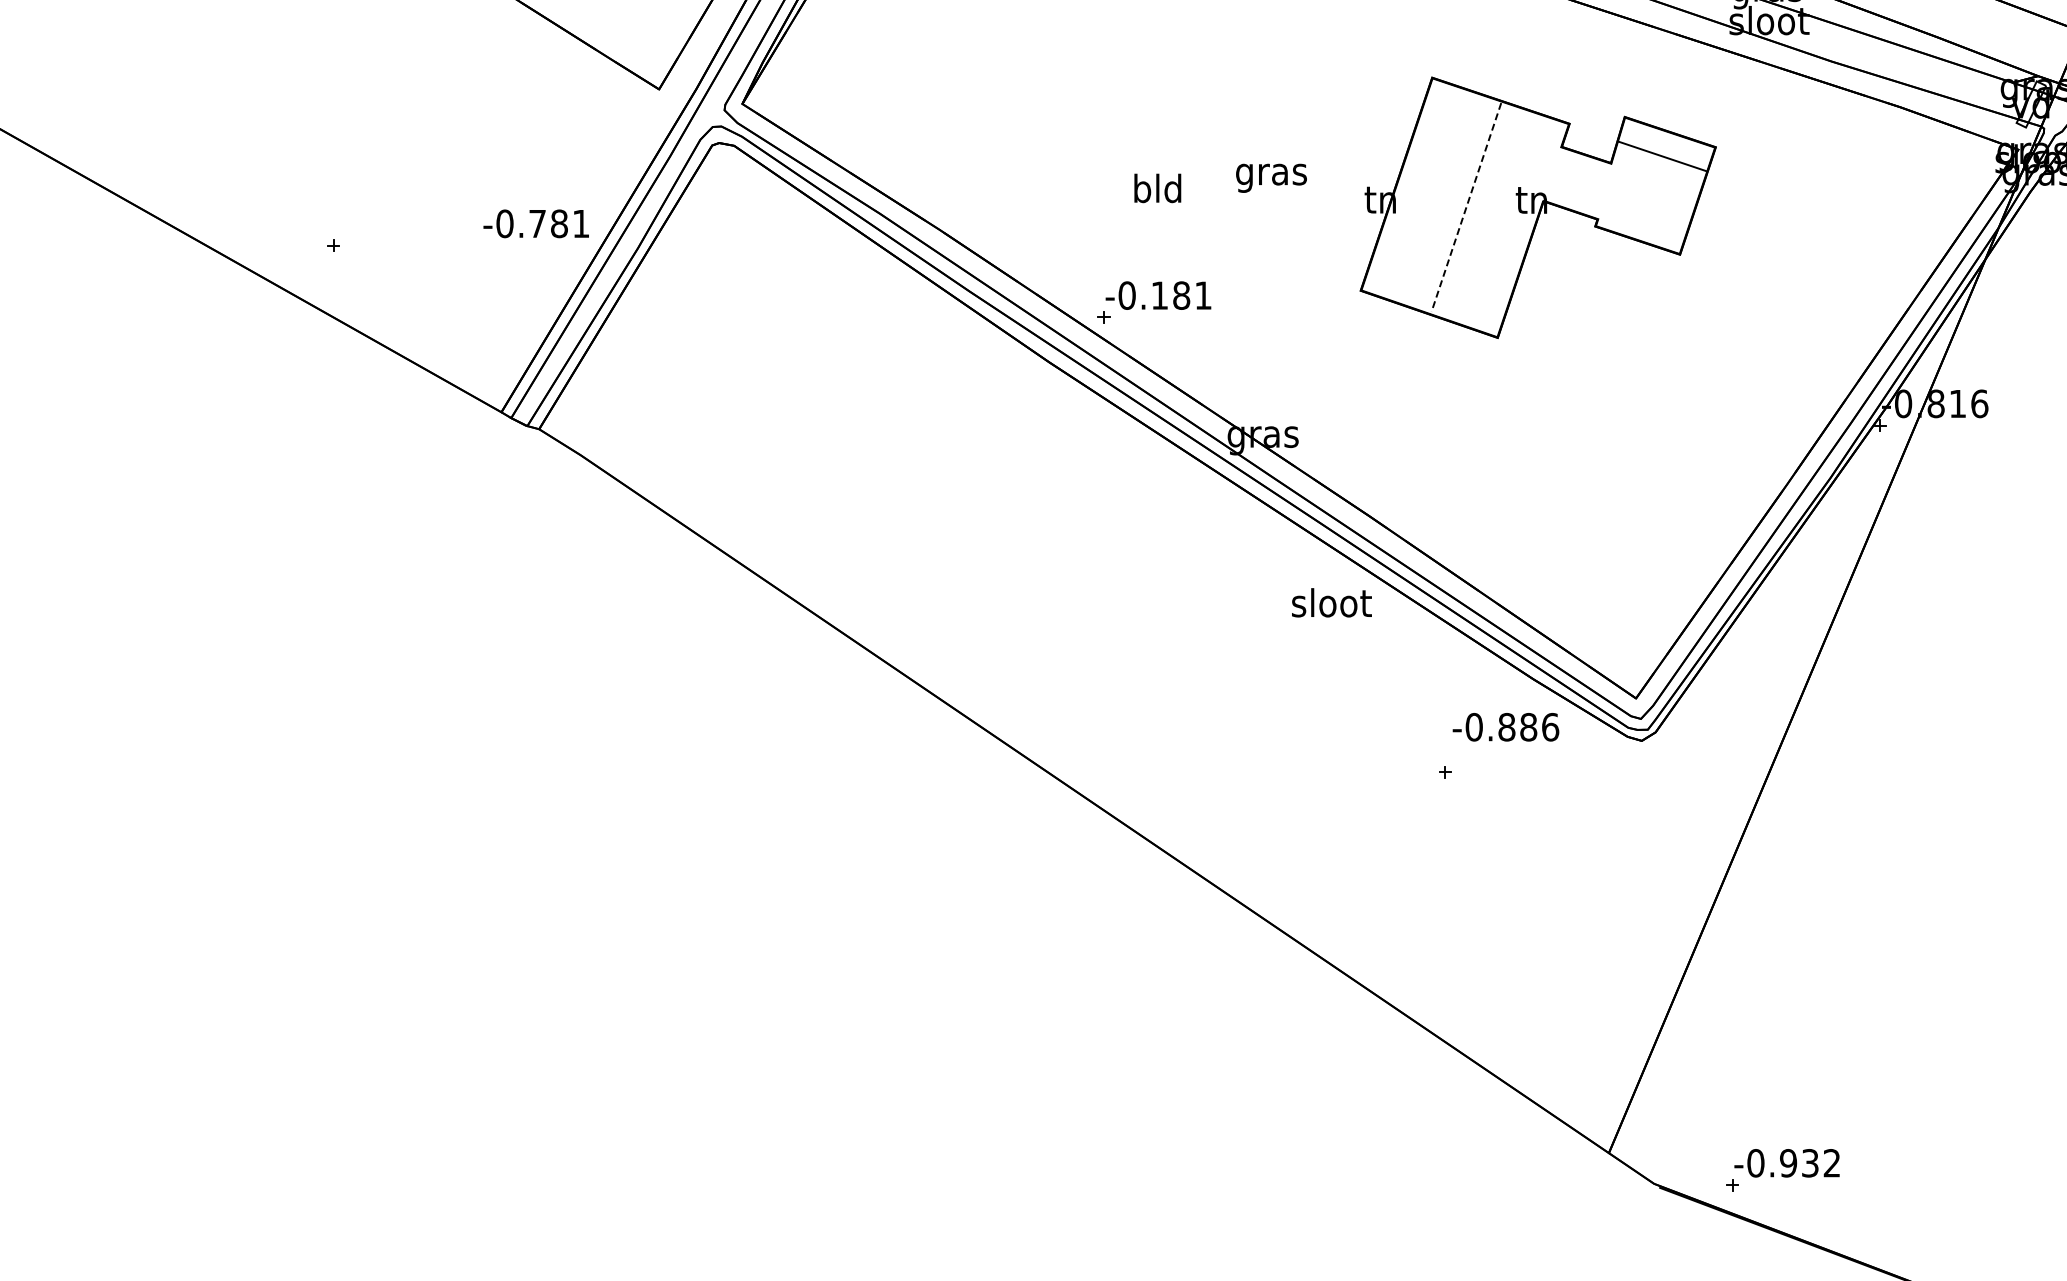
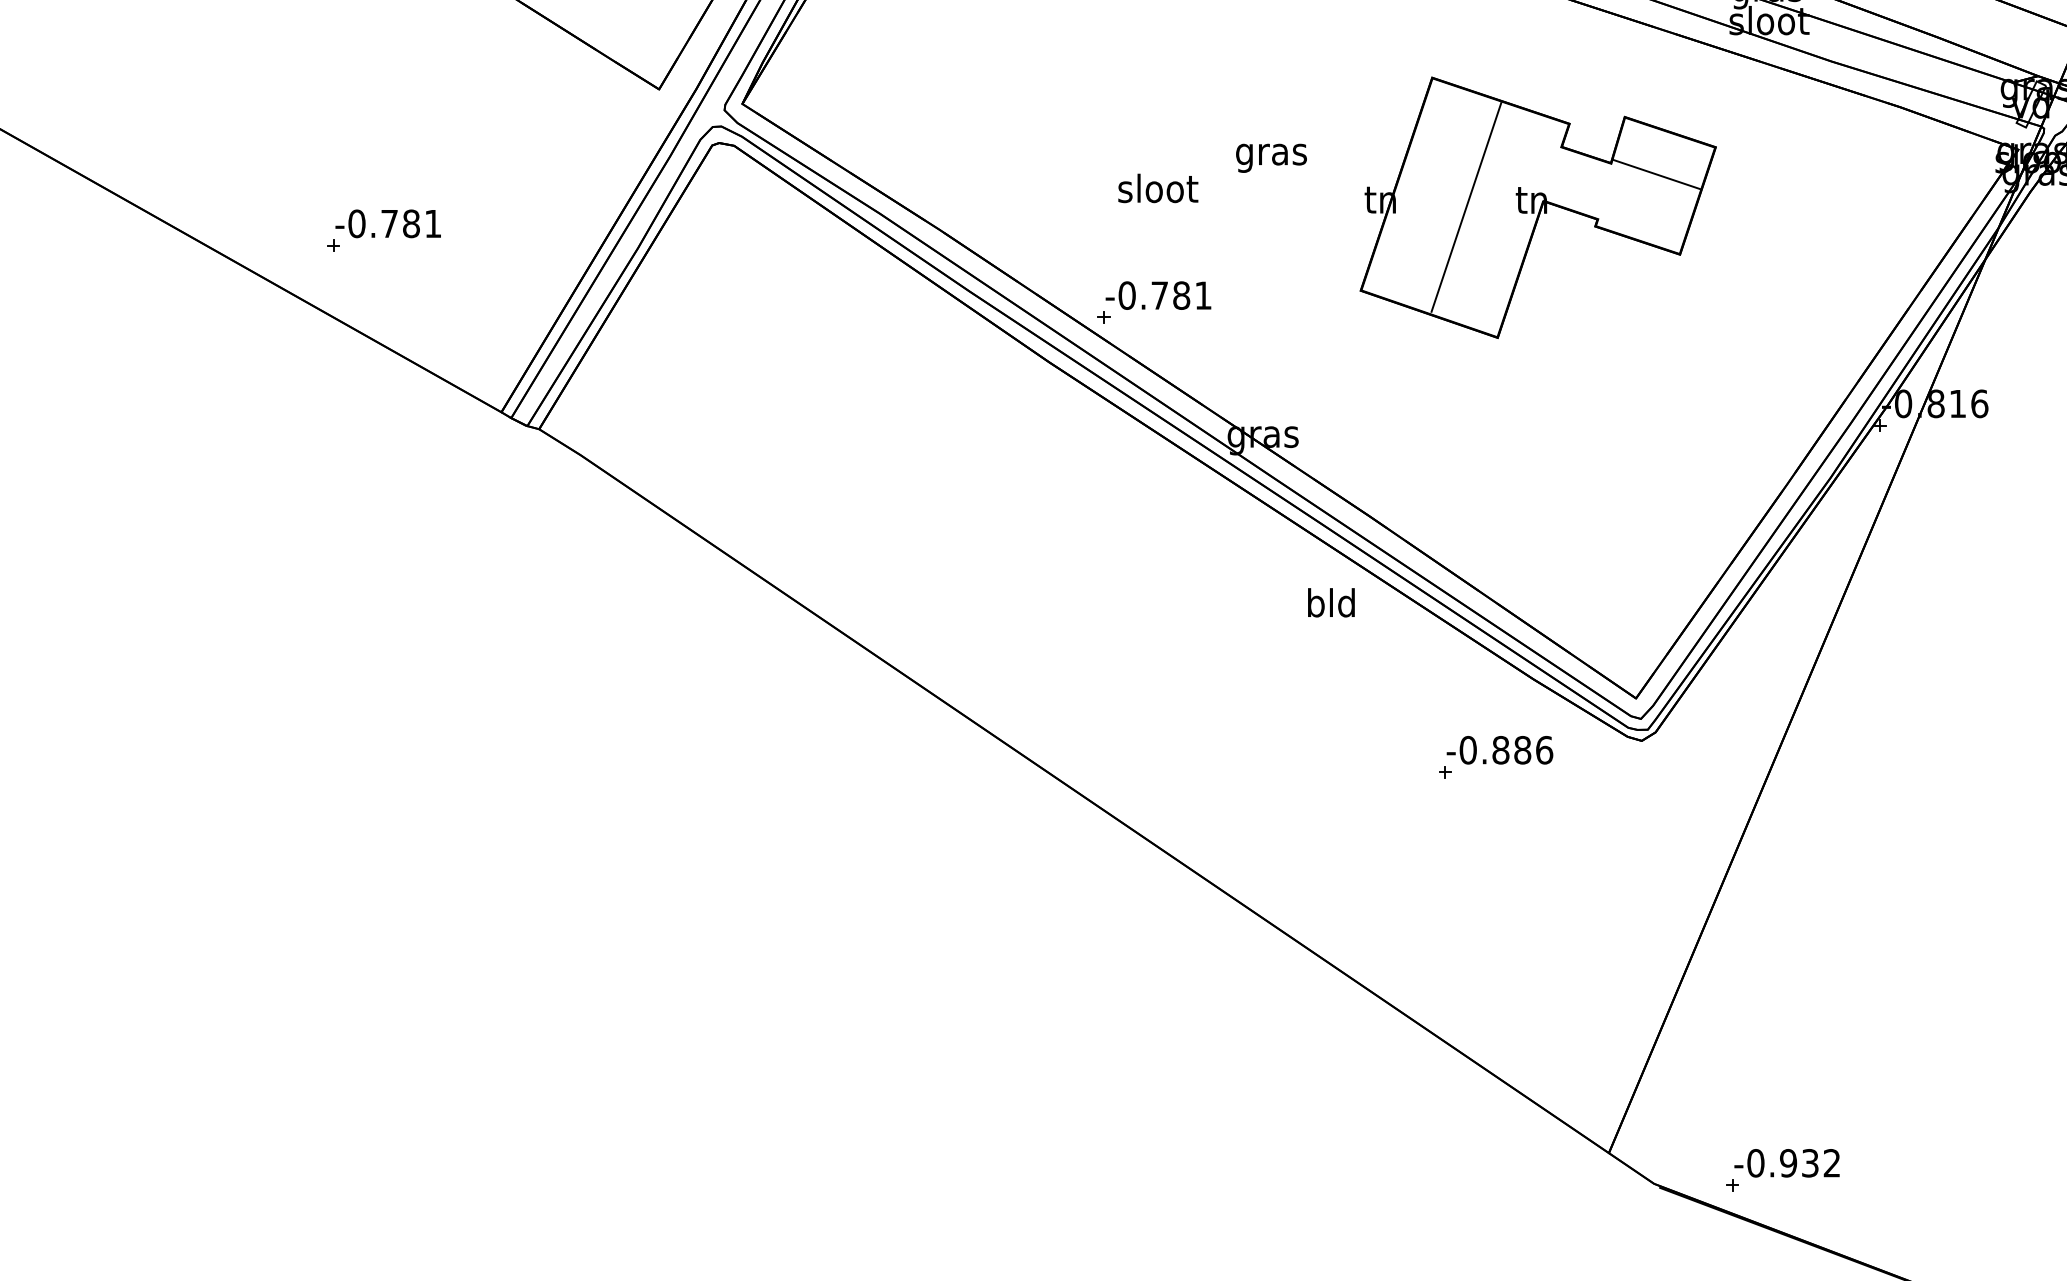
line at (1662, 156) position: (1662, 156) -> (1656, 174)
text at (1271, 177) position: (1271, 177) -> (1271, 157)
text at (1158, 188): bld -> sloot
line at (1466, 207): dashed -> solid
text at (535, 223) position: (535, 223) -> (387, 223)
text at (1159, 295): -0.181 -> -0.781
text at (1331, 602): sloot -> bld
text at (1505, 727) position: (1505, 727) -> (1499, 750)
